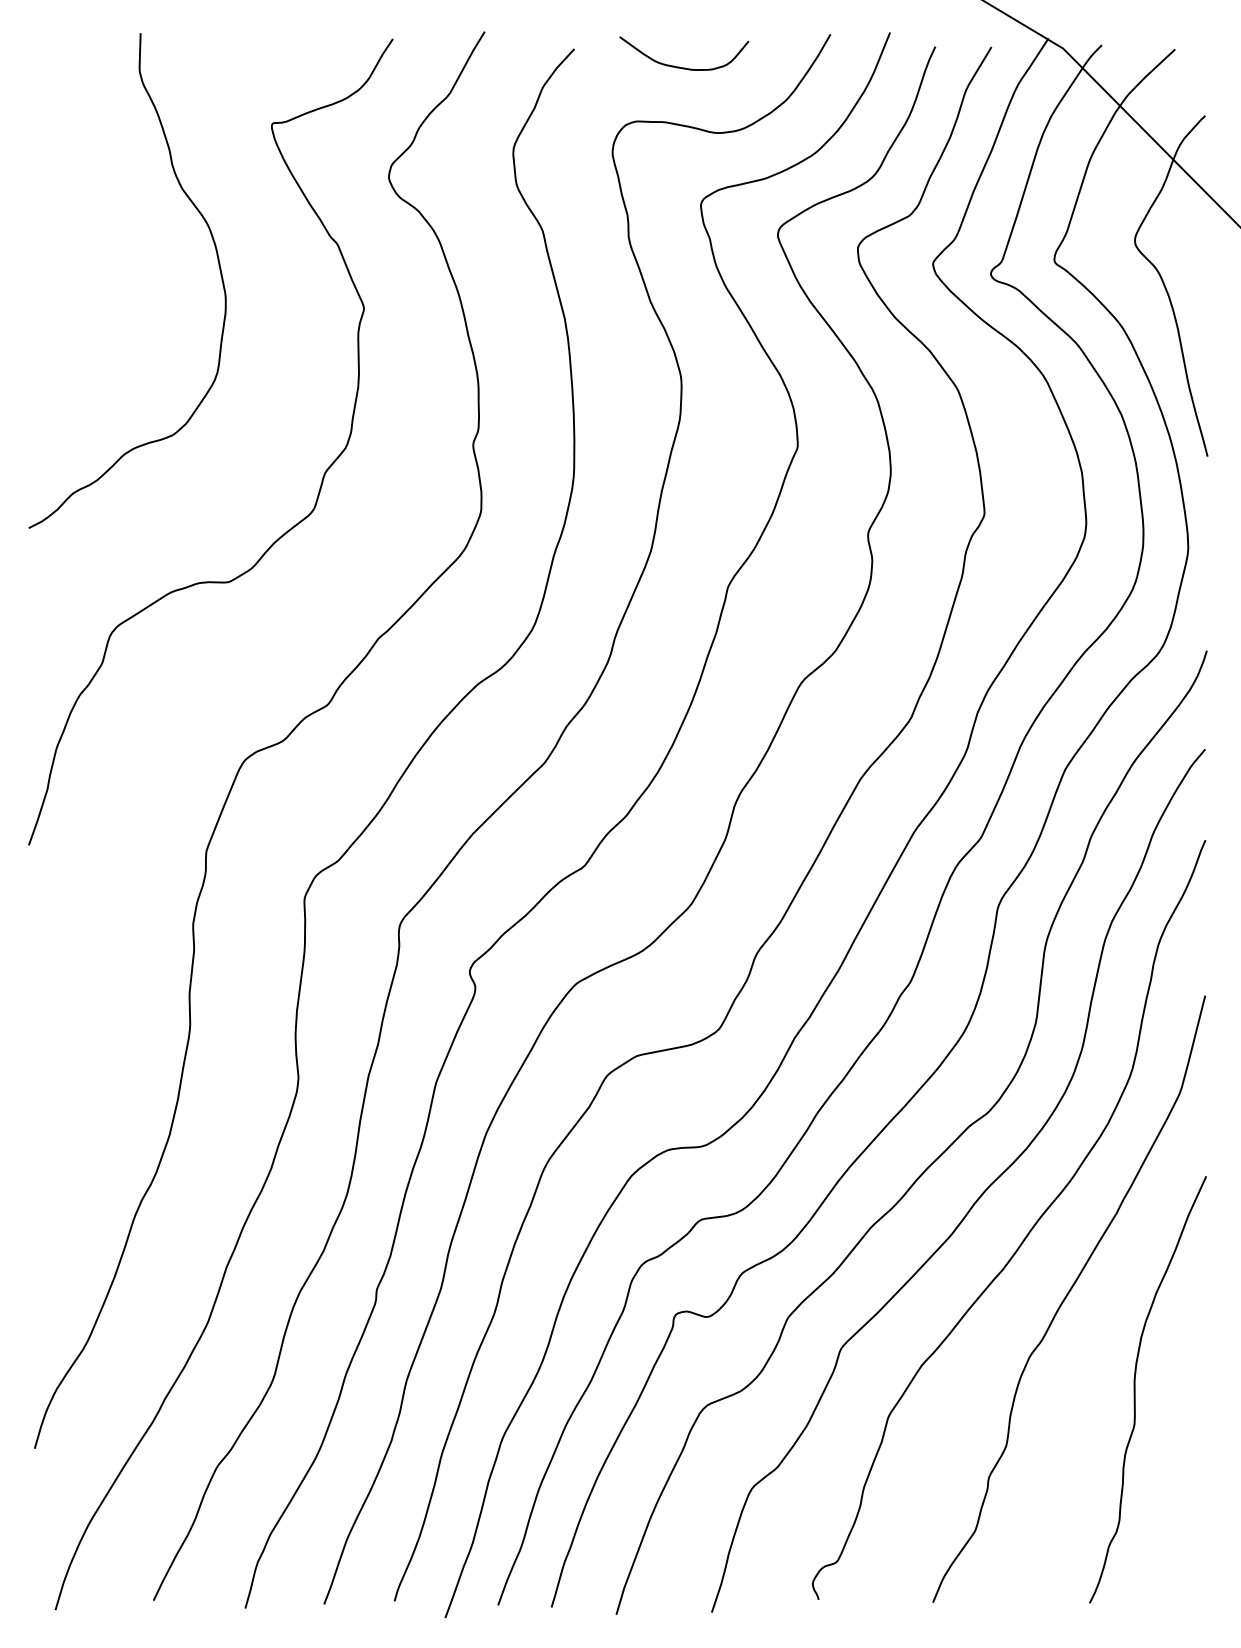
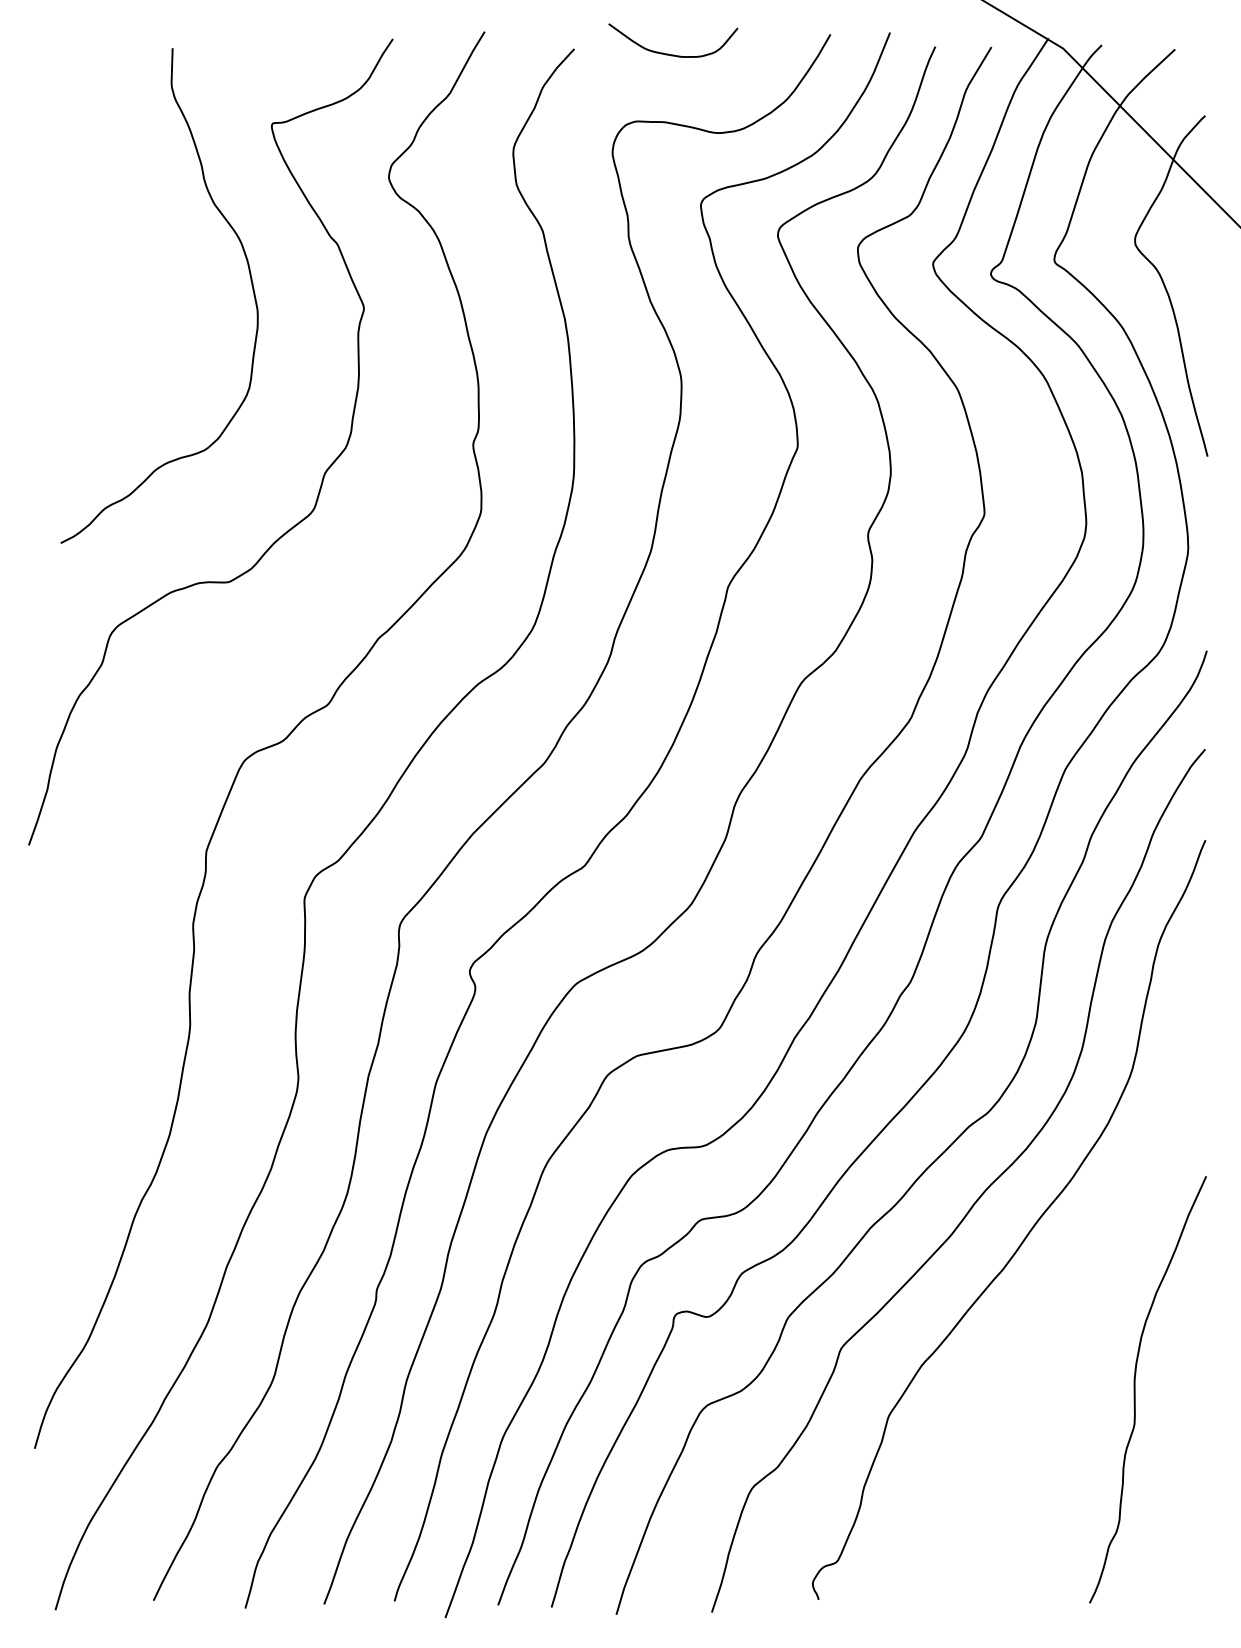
curve at (679, 66) position: (679, 66) -> (668, 53)
curve at (217, 260) position: (217, 260) -> (249, 275)
curve at (1066, 1298): present -> none
